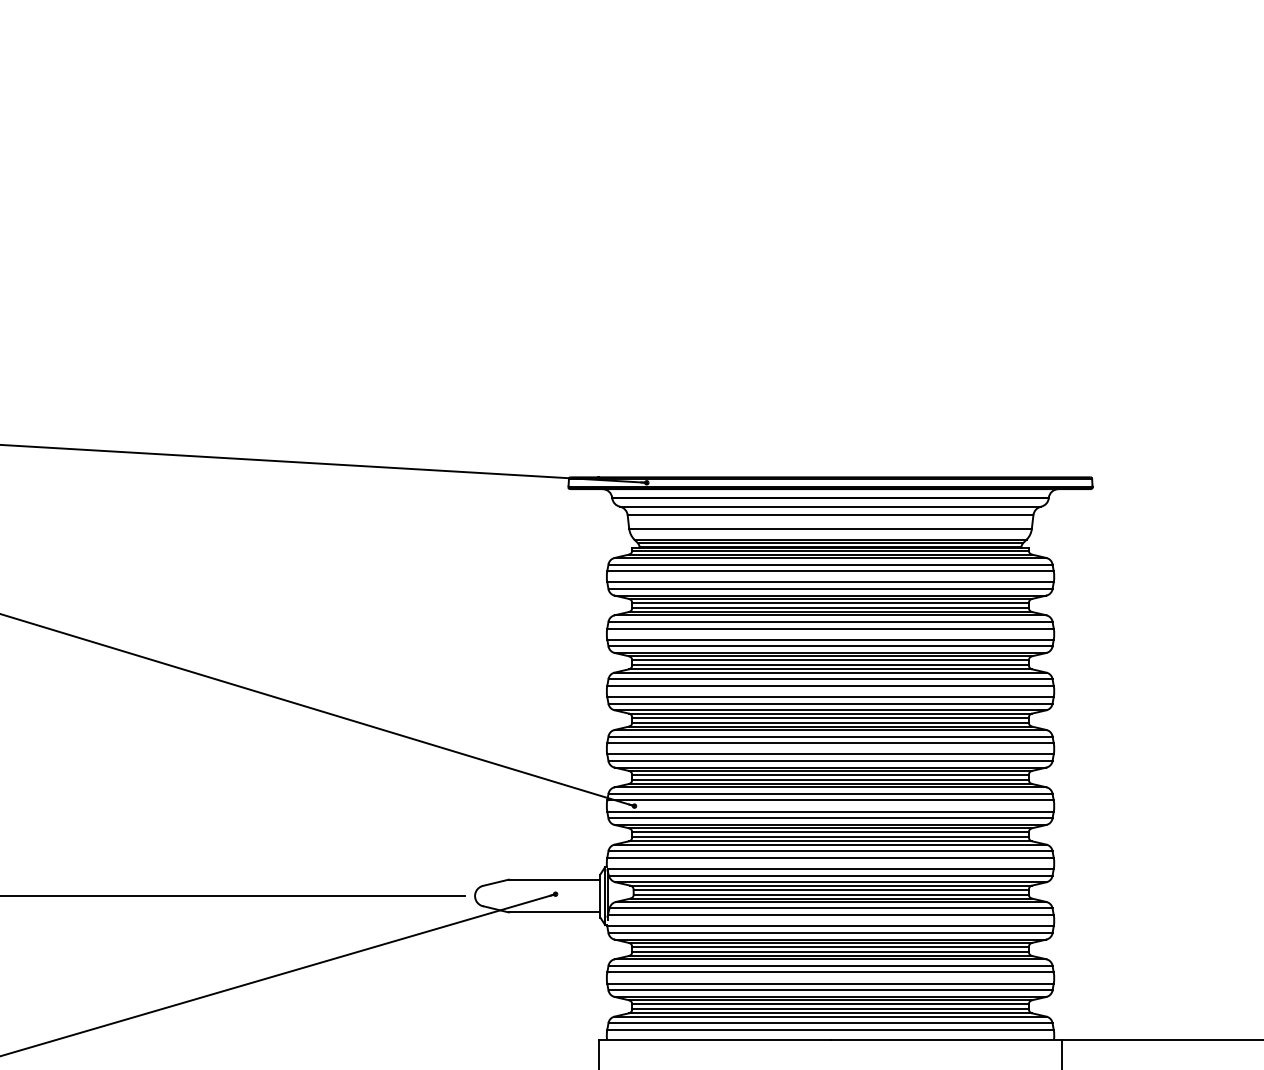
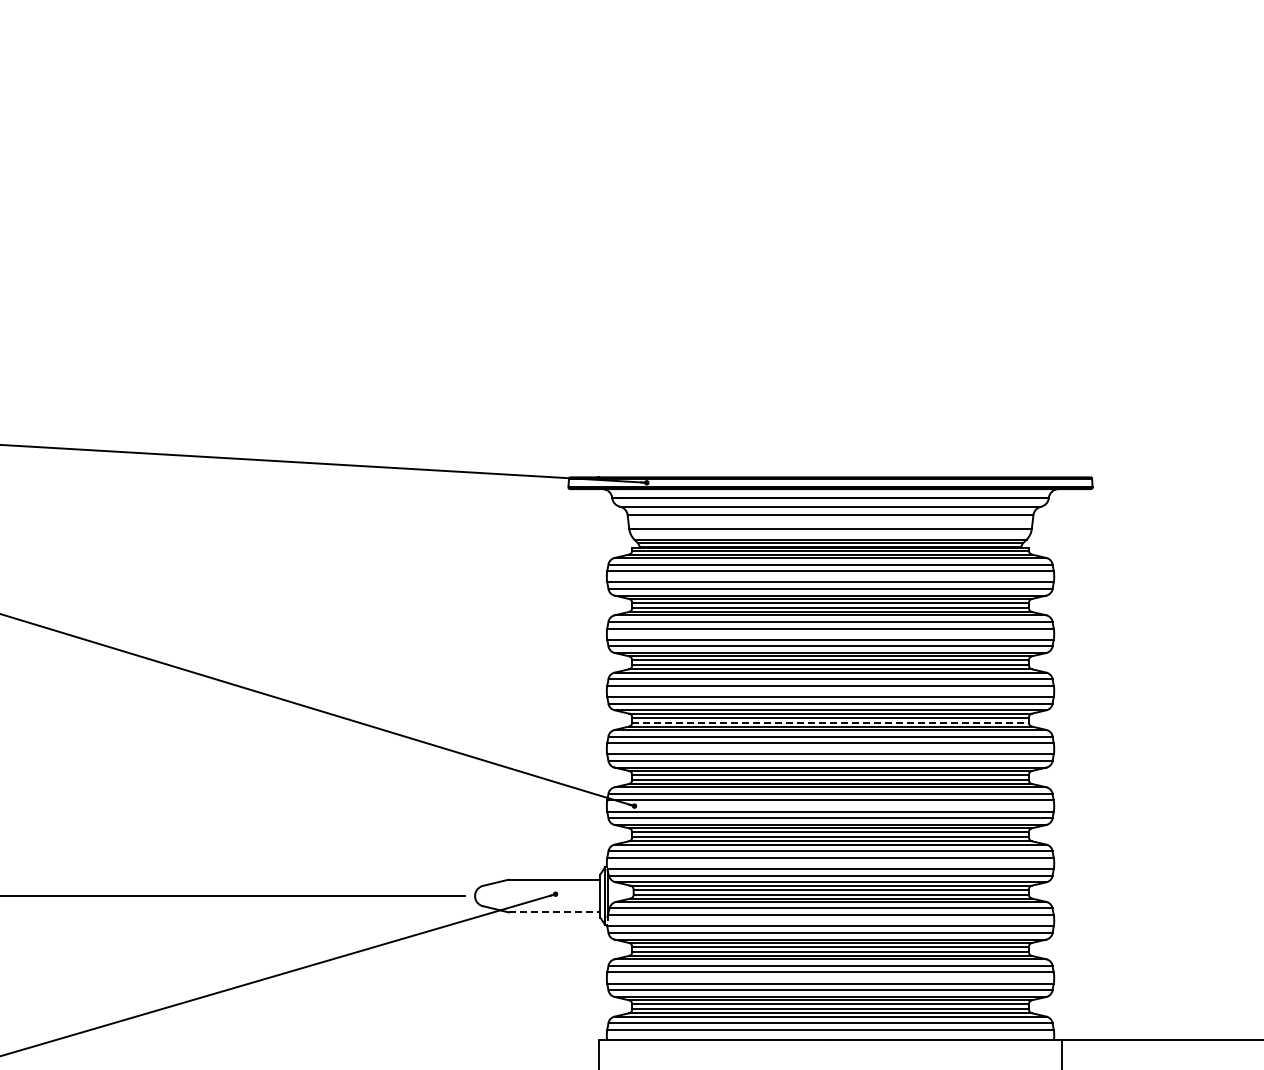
line at (831, 722): solid -> dashed
line at (554, 912): solid -> dashed
